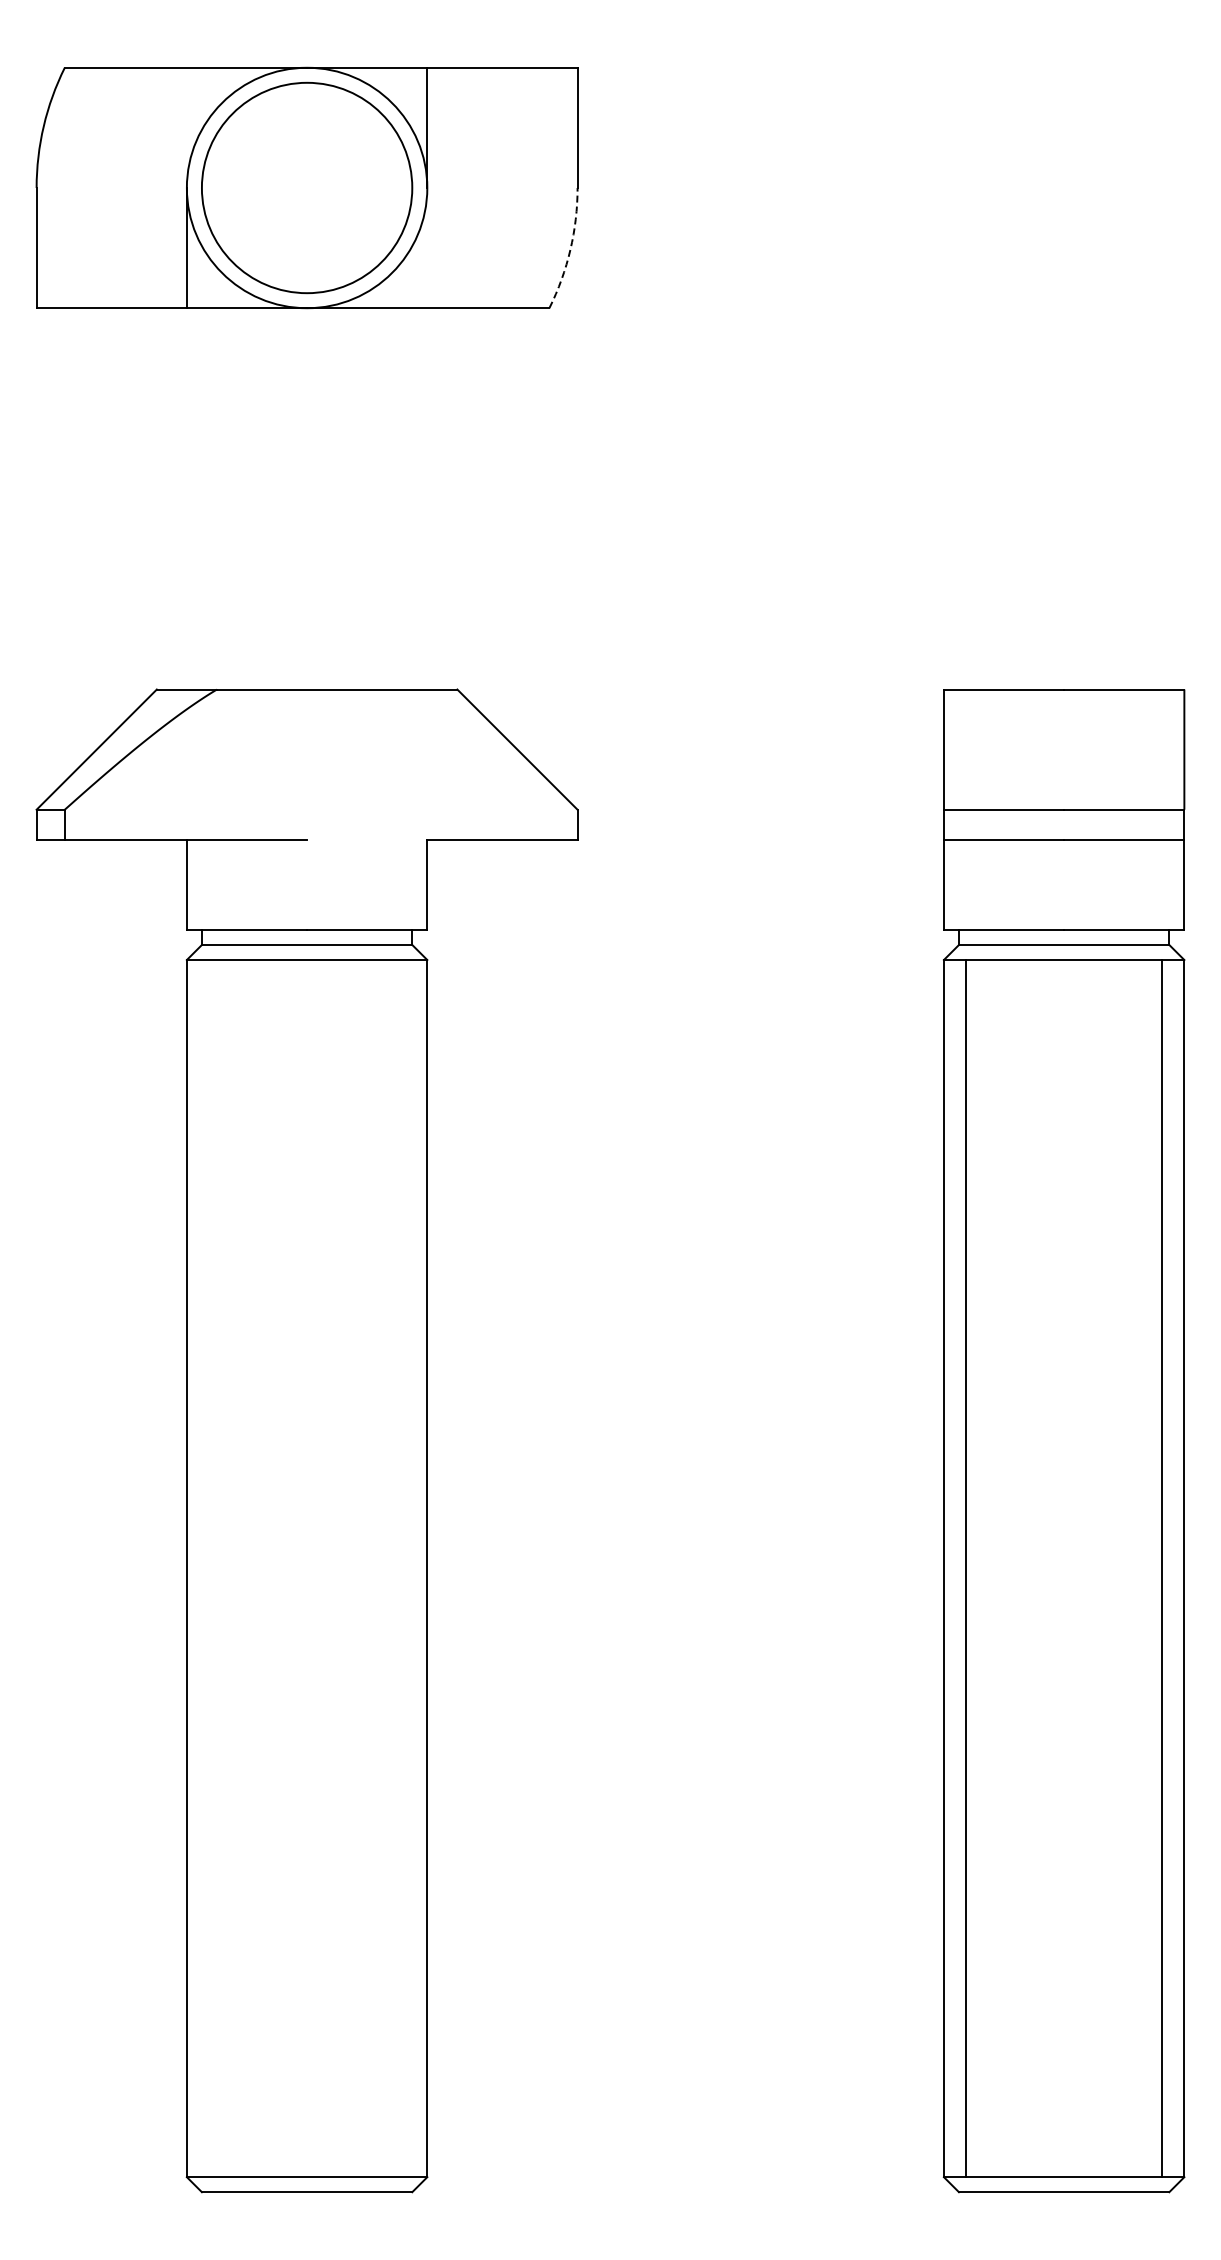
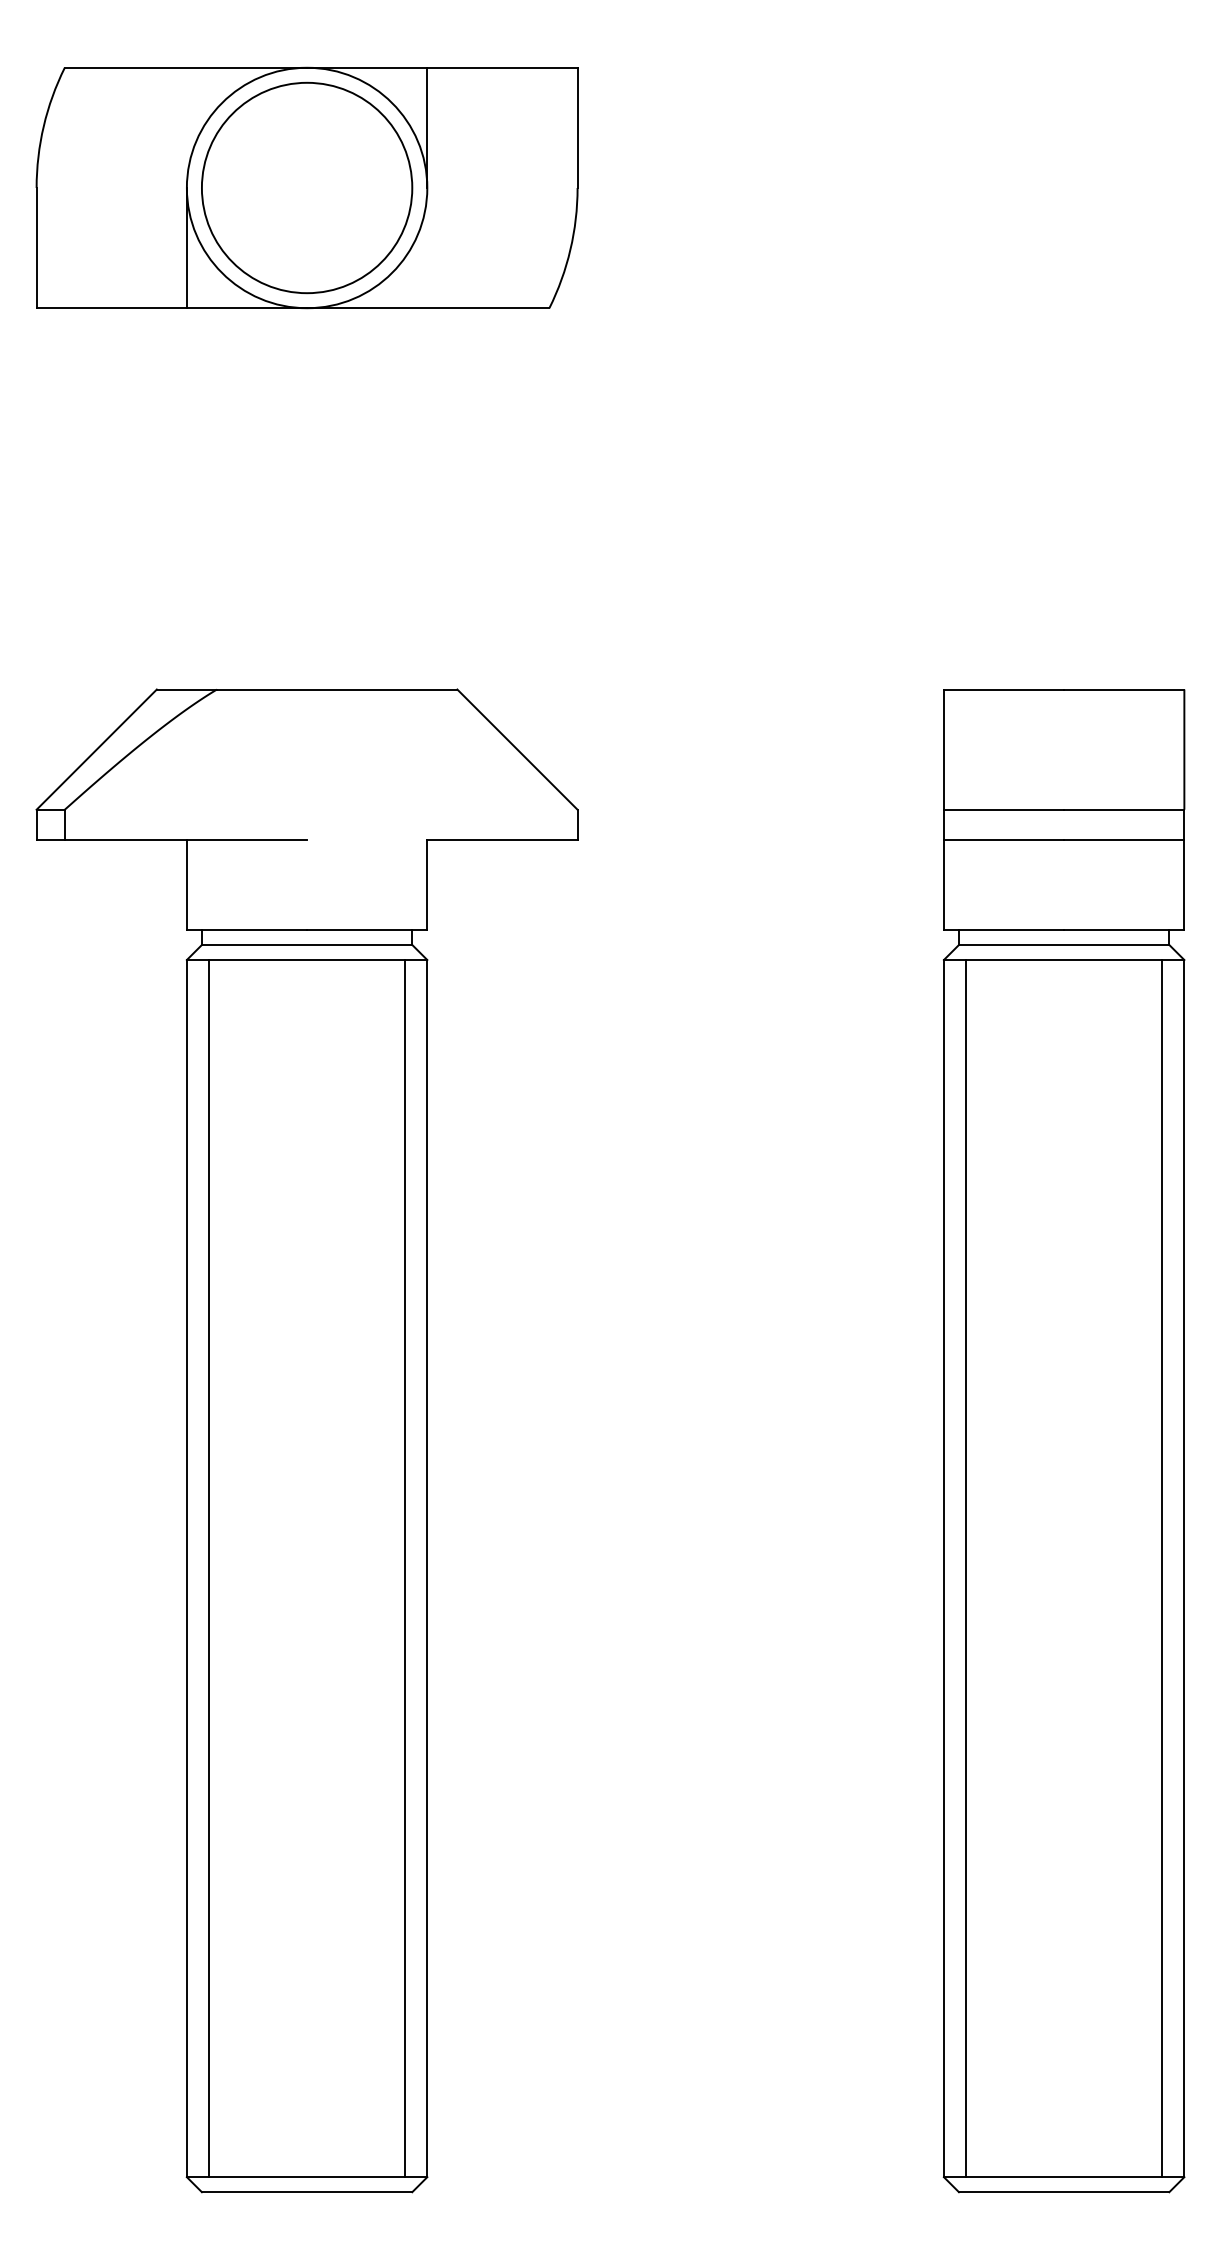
arc at (570, 249): dashed -> solid
line at (209, 1568): none -> present
line at (404, 1568): none -> present
